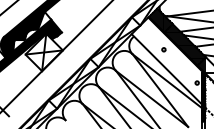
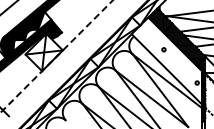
line at (56, 56): solid -> dashed
